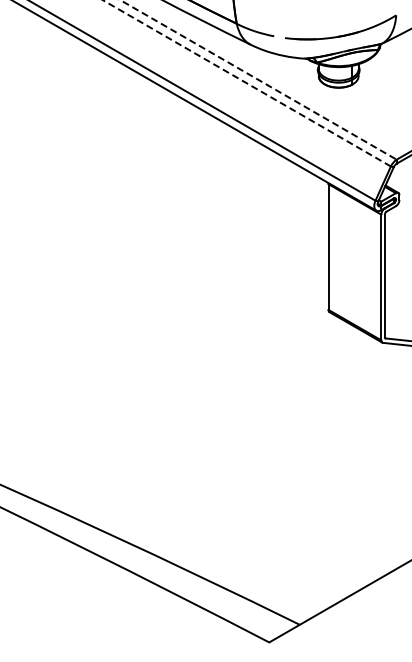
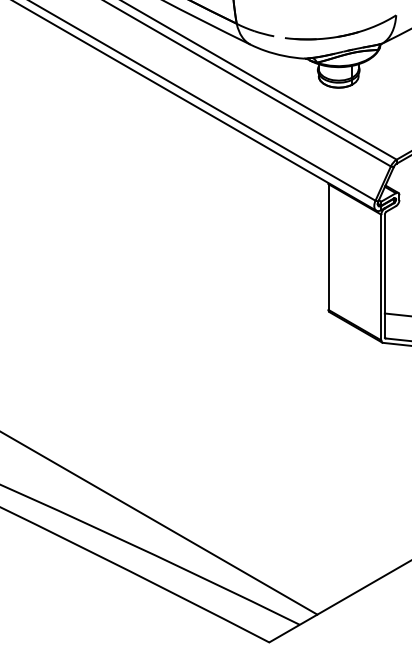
line at (259, 80): dashed -> solid
line at (246, 83): dashed -> solid
line at (396, 314): none -> present
line at (159, 523): none -> present
